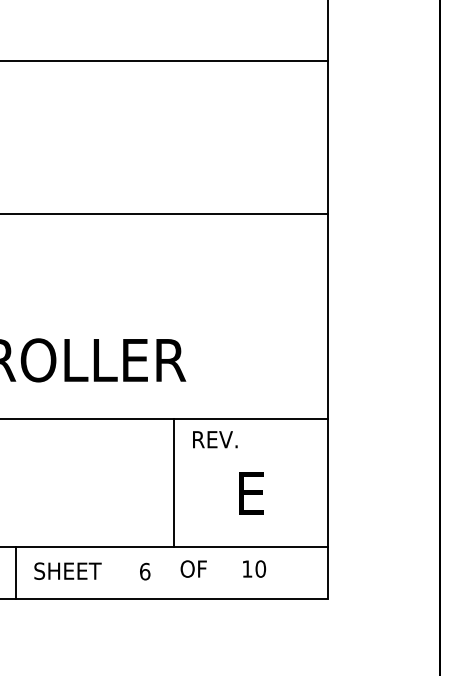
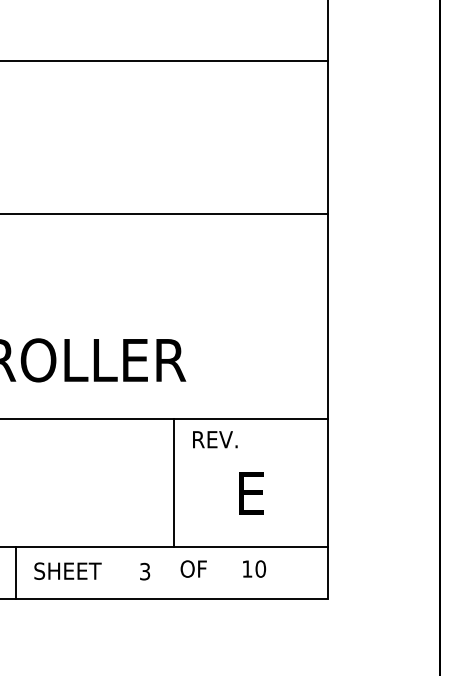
text at (145, 571): 6 -> 3
